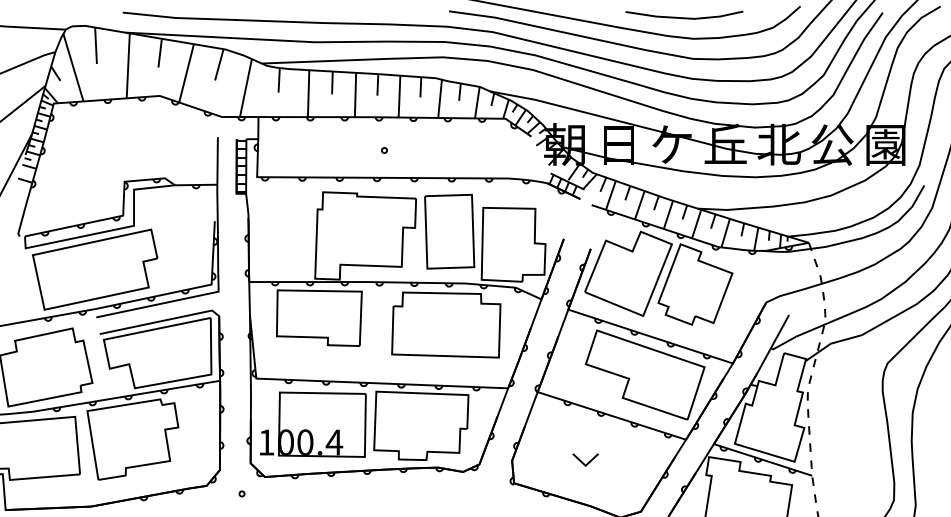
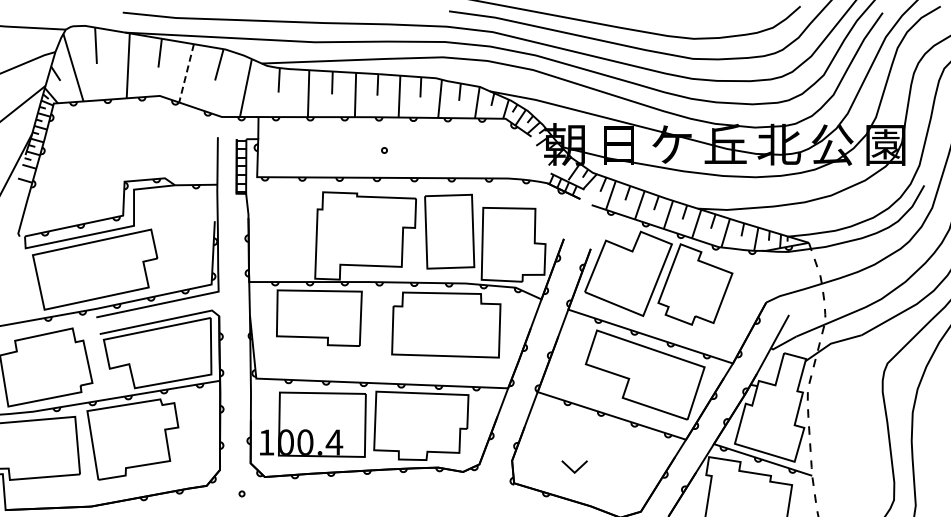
line at (684, 17): present -> none
line at (186, 73): solid -> dashed
part at (585, 459) position: (585, 459) -> (574, 466)
